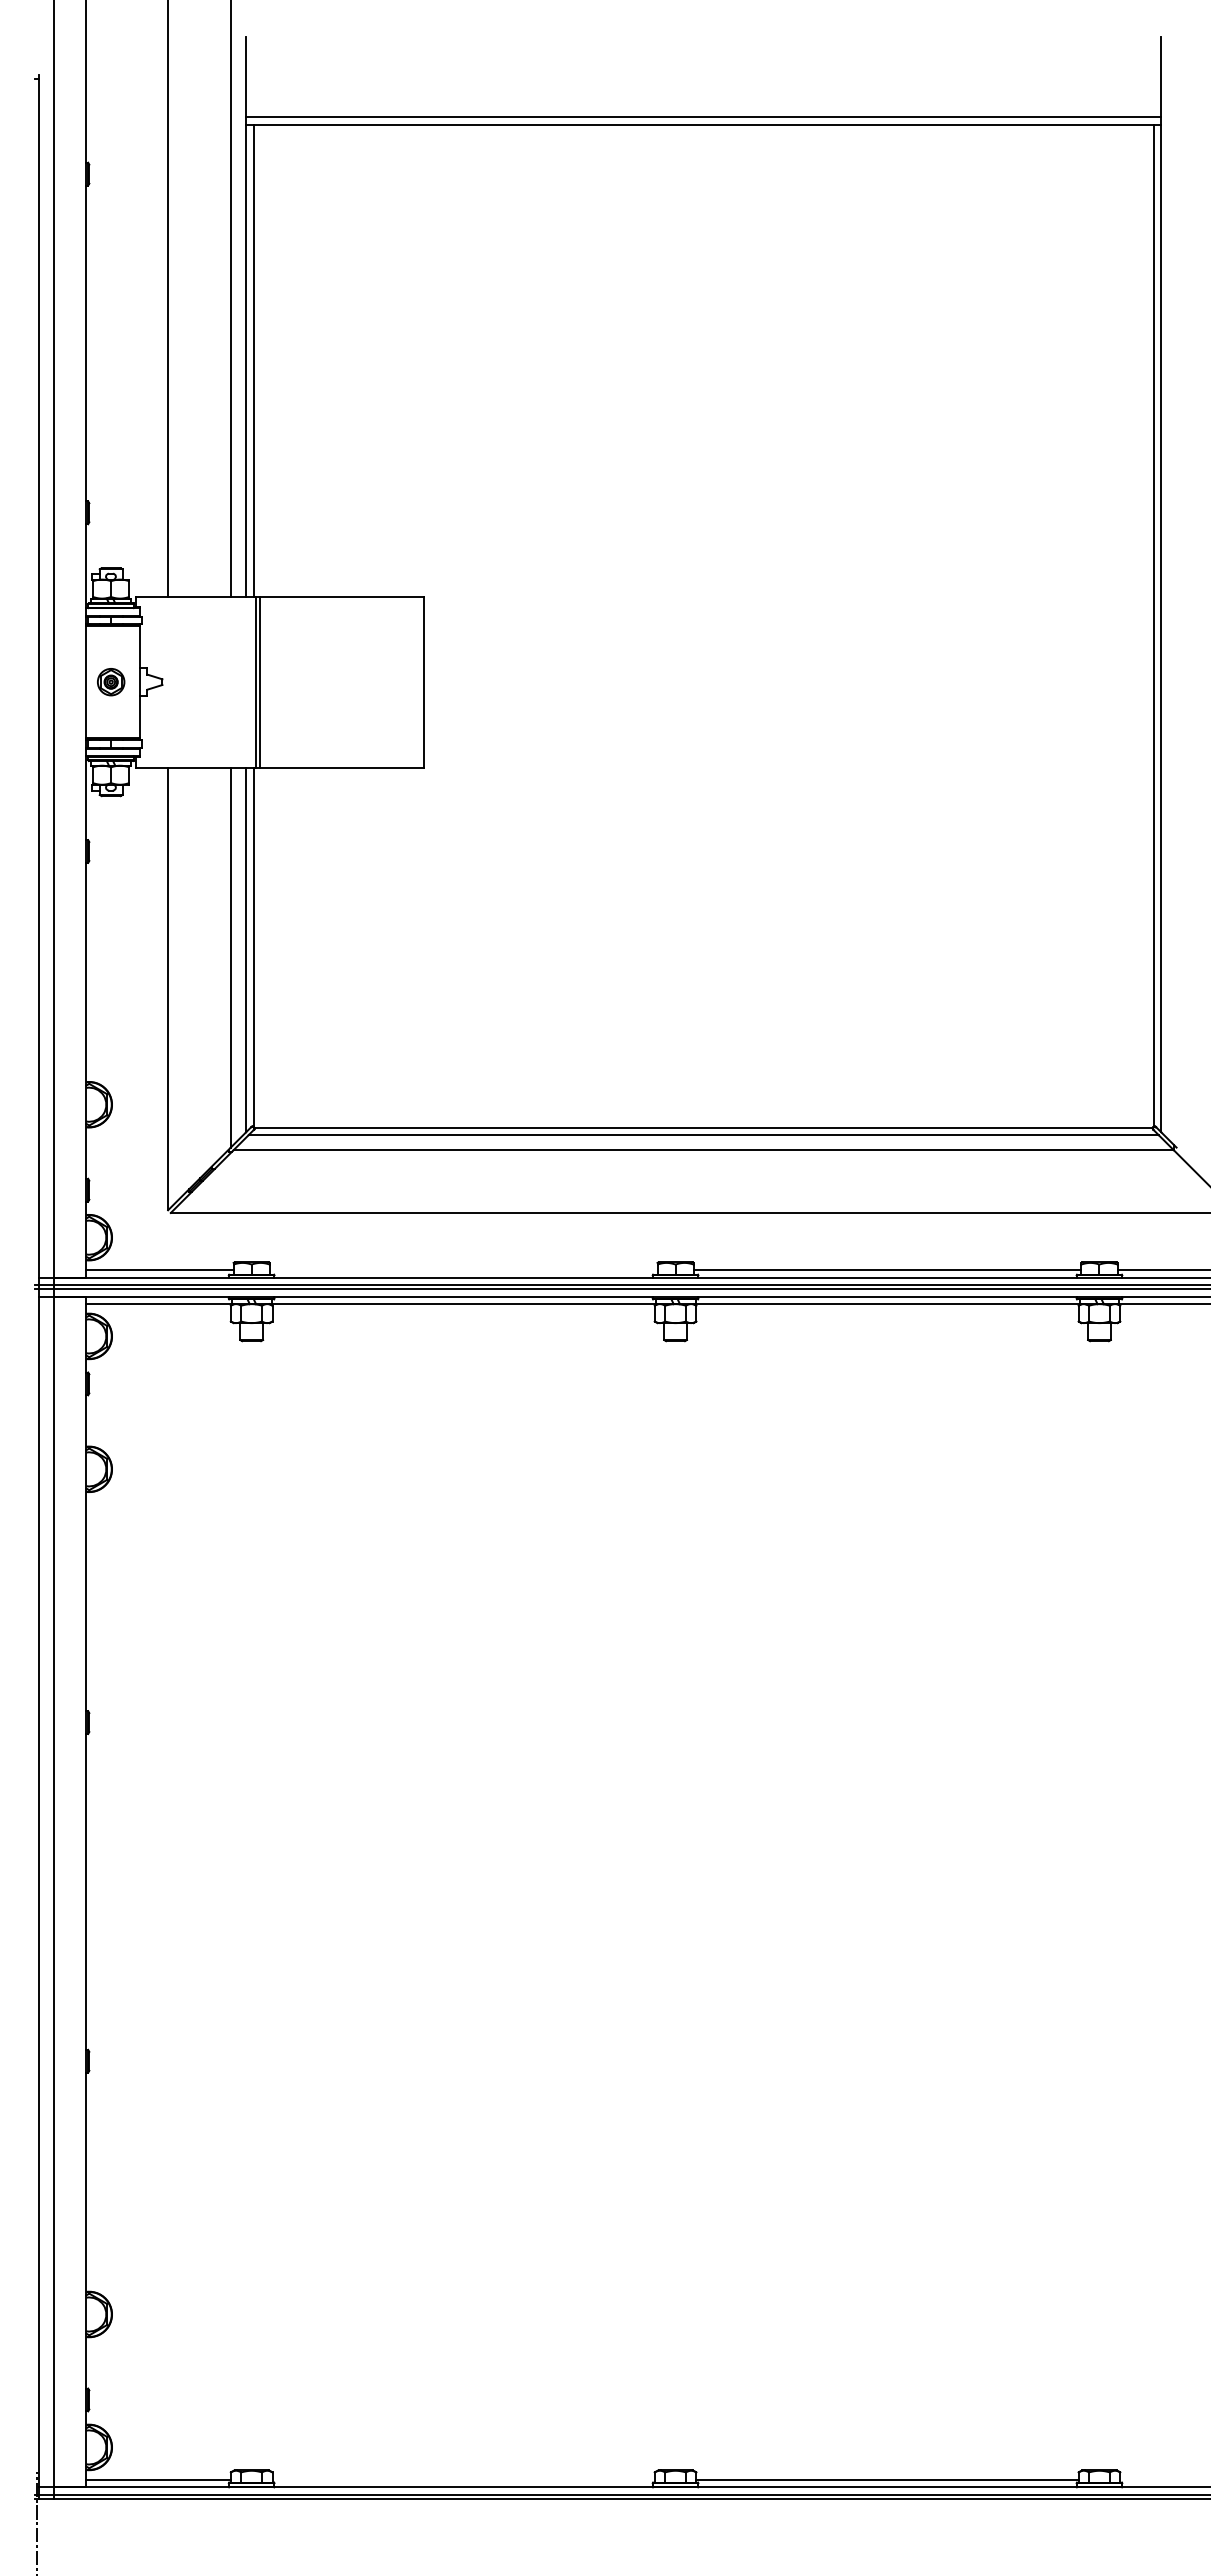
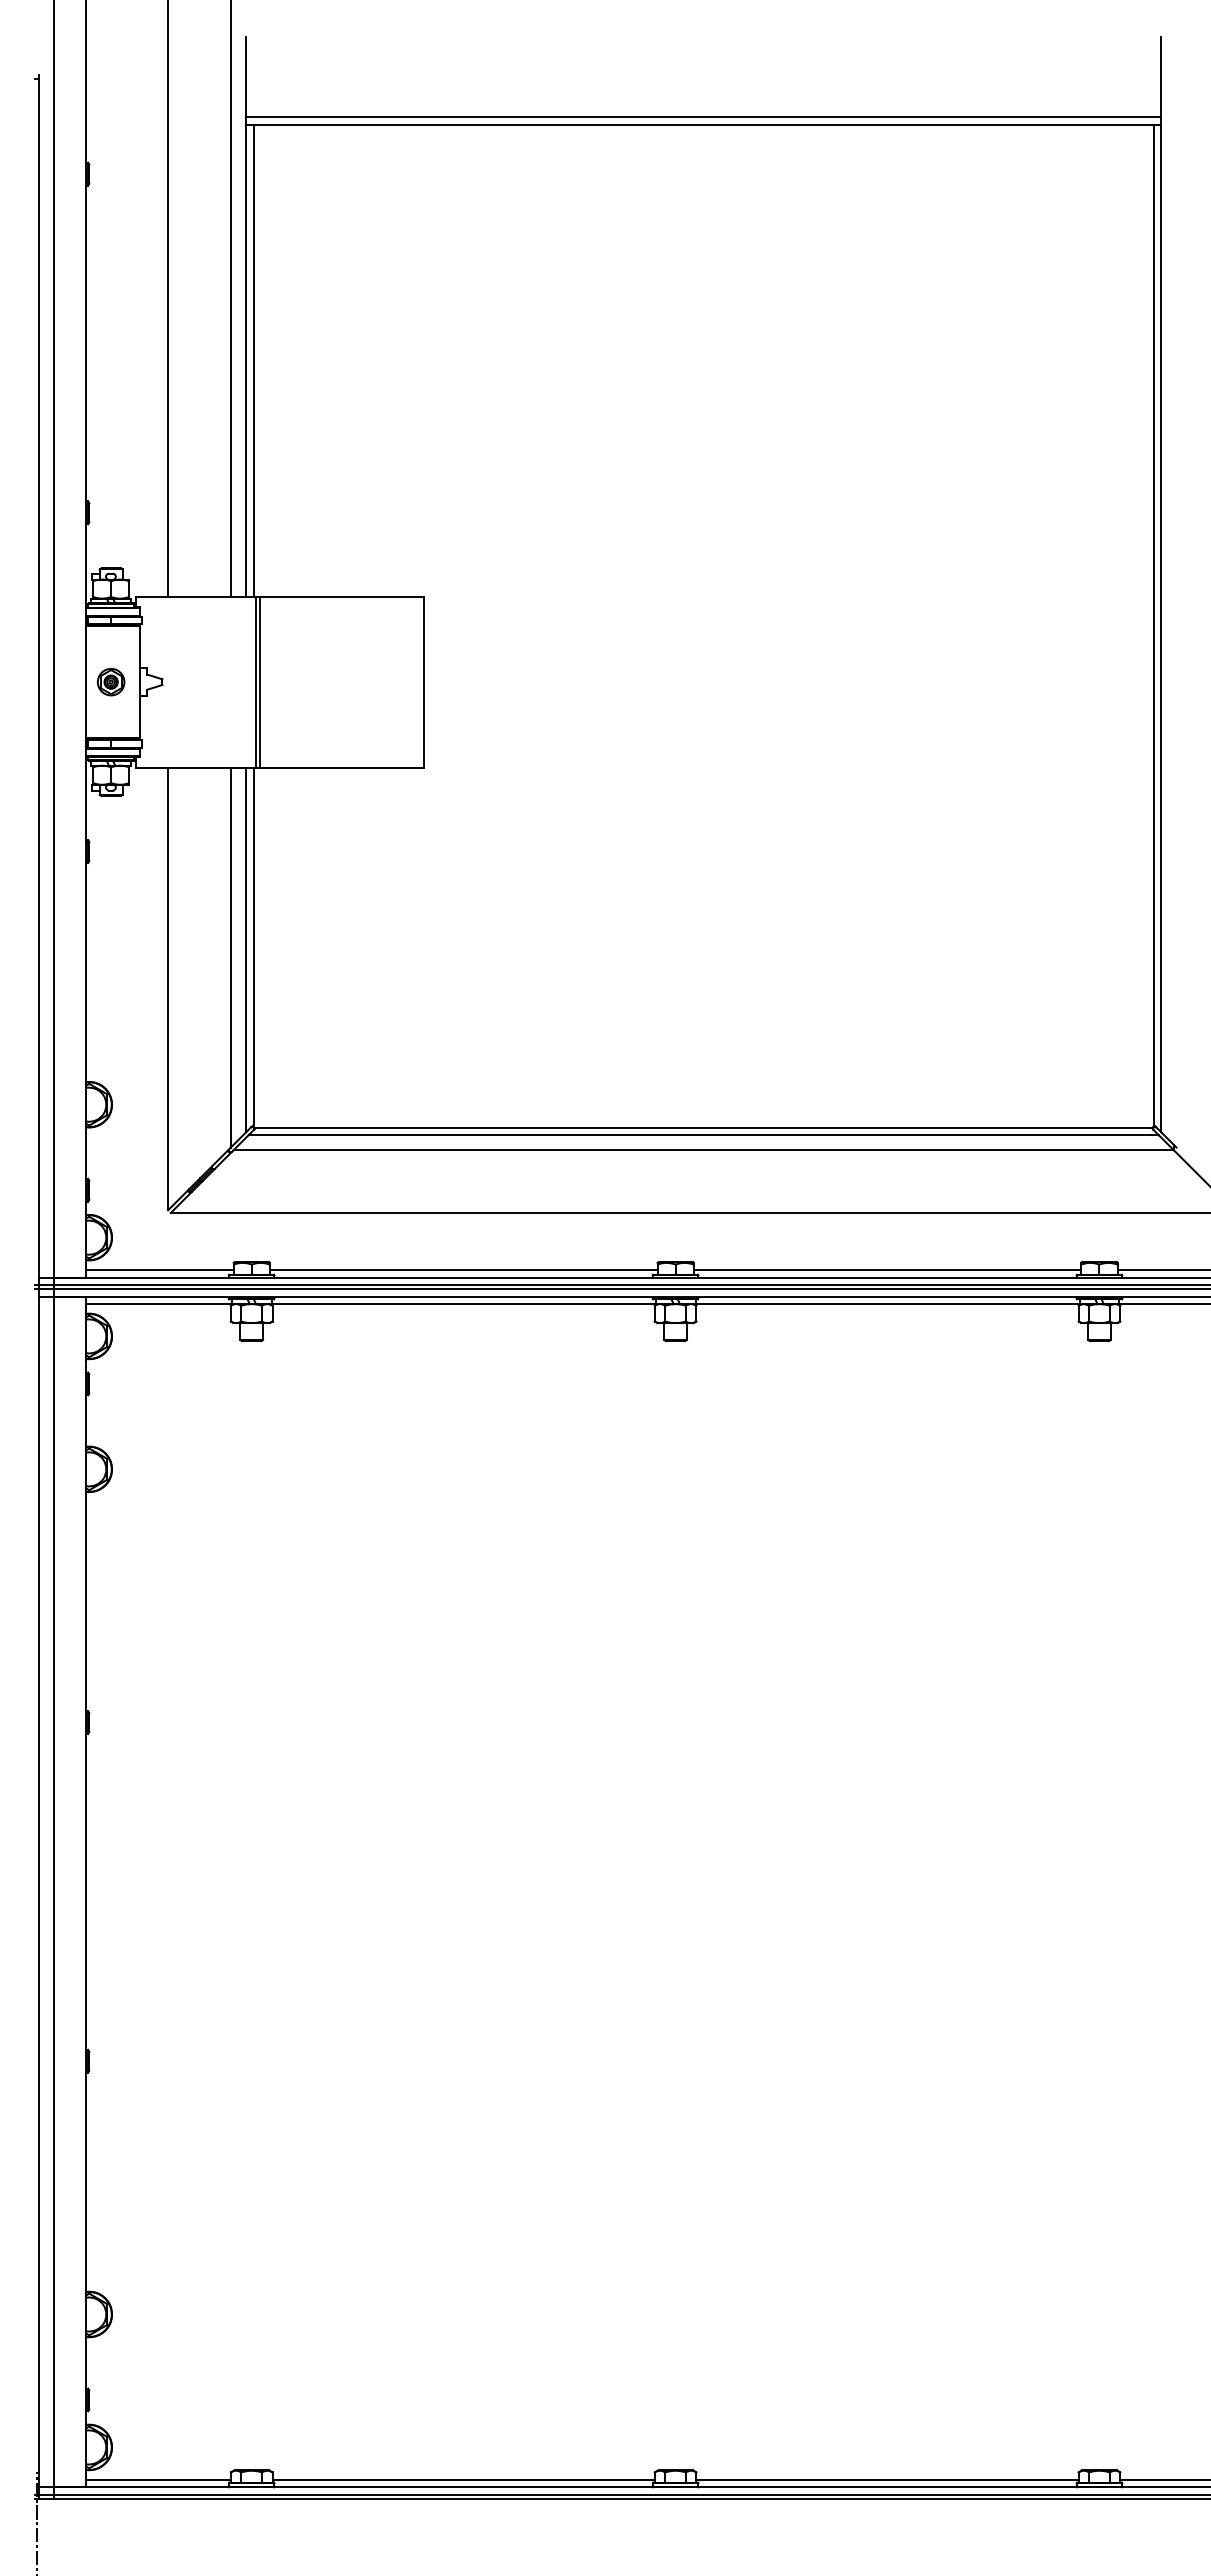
line at (463, 1269): none -> present
line at (463, 2479): none -> present
line at (1163, 2479): none -> present
